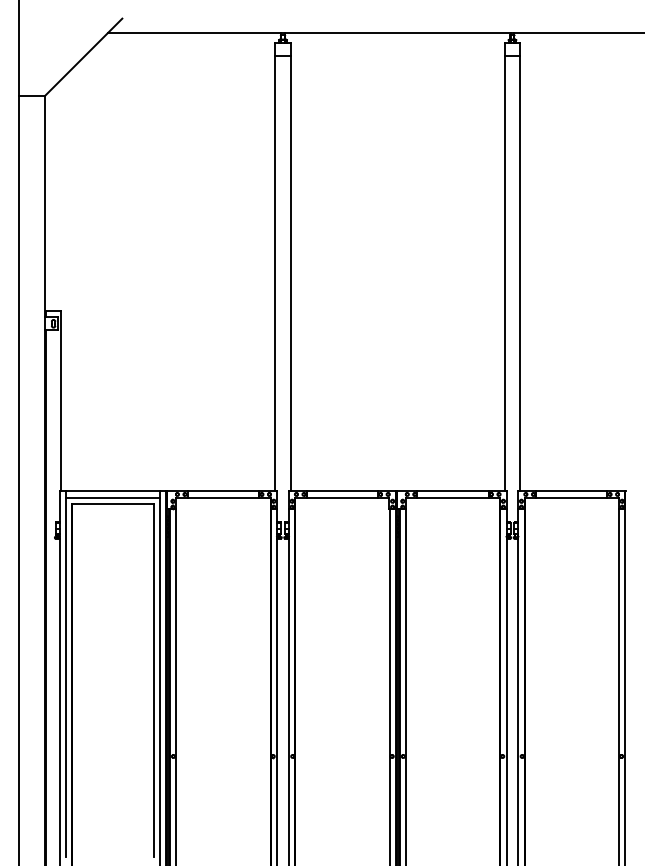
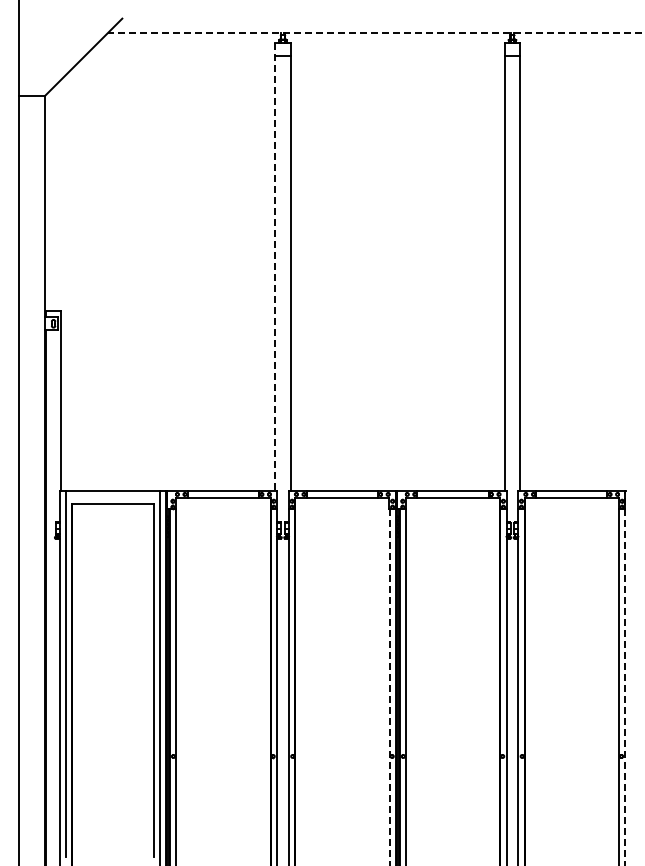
line at (375, 33): solid -> dashed
line at (275, 267): solid -> dashed
line at (112, 497): present -> none
line at (625, 678): solid -> dashed
line at (389, 687): solid -> dashed
